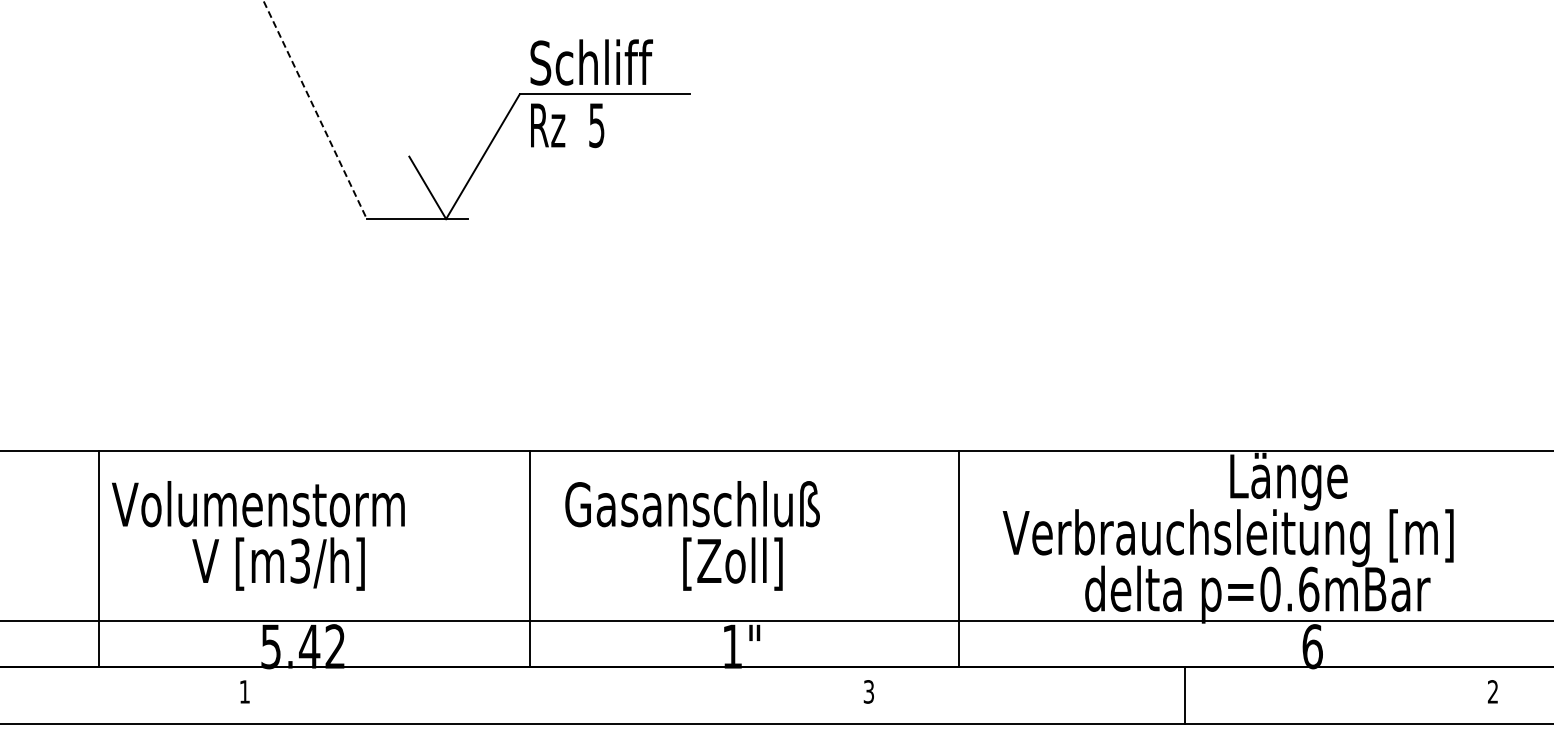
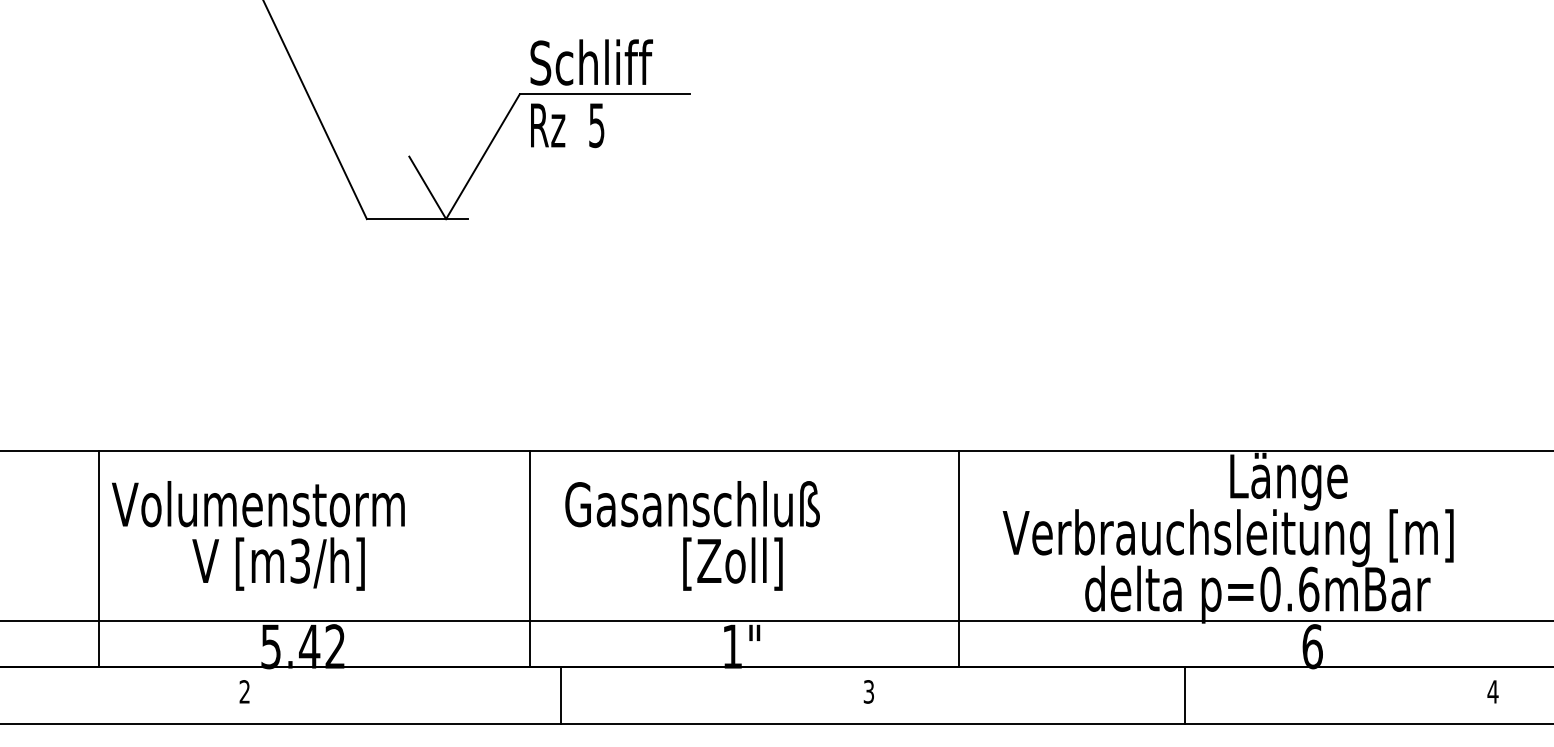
line at (315, 109): dashed -> solid
text at (244, 691): 1 -> 2
text at (1492, 691): 2 -> 4
line at (560, 695): none -> present
